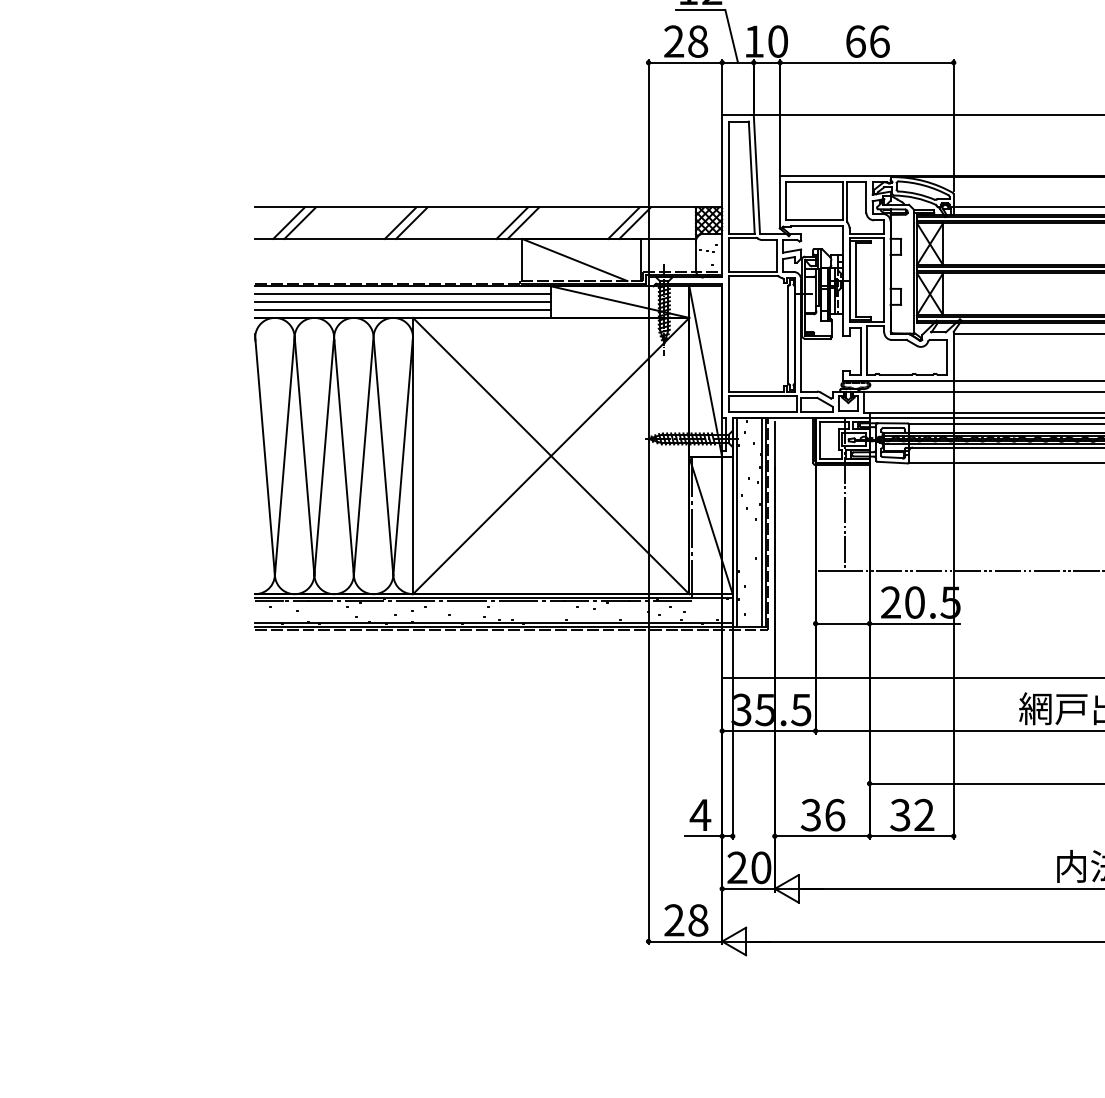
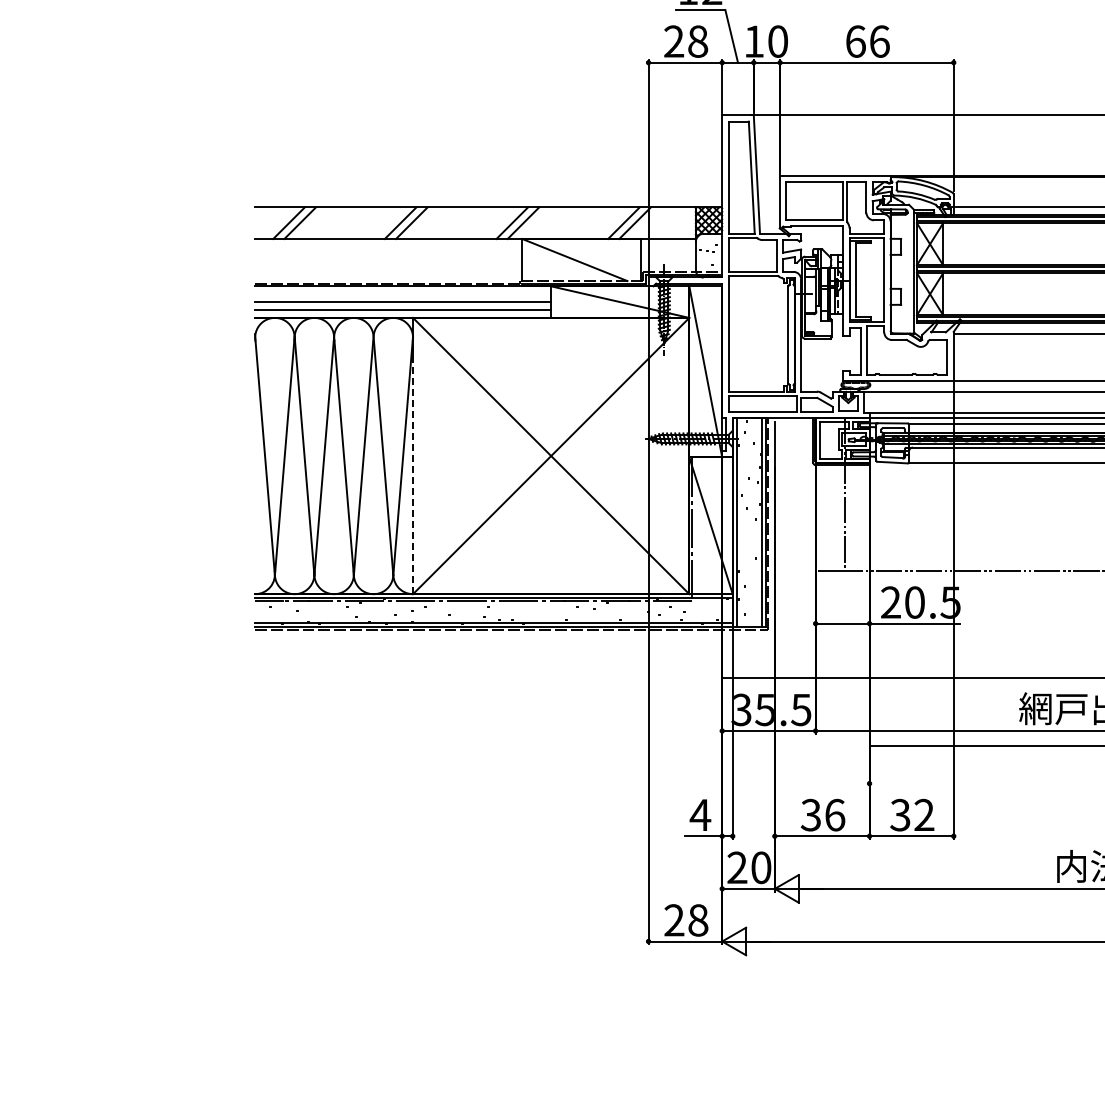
line at (403, 294): present -> none
line at (413, 465): solid -> dashed
line at (985, 783) position: (985, 783) -> (985, 745)
